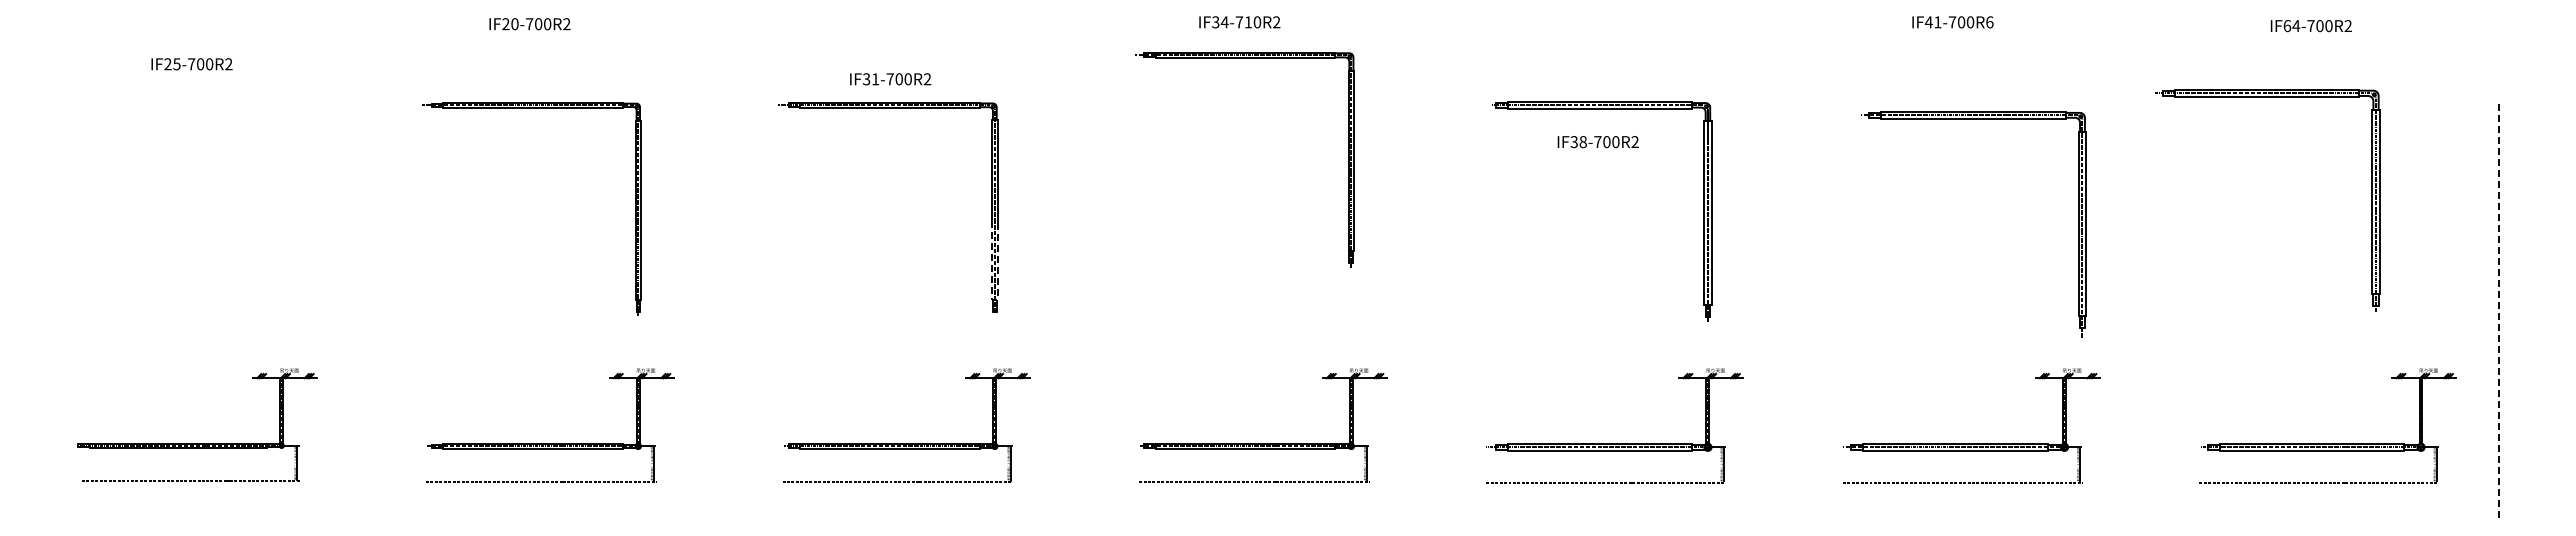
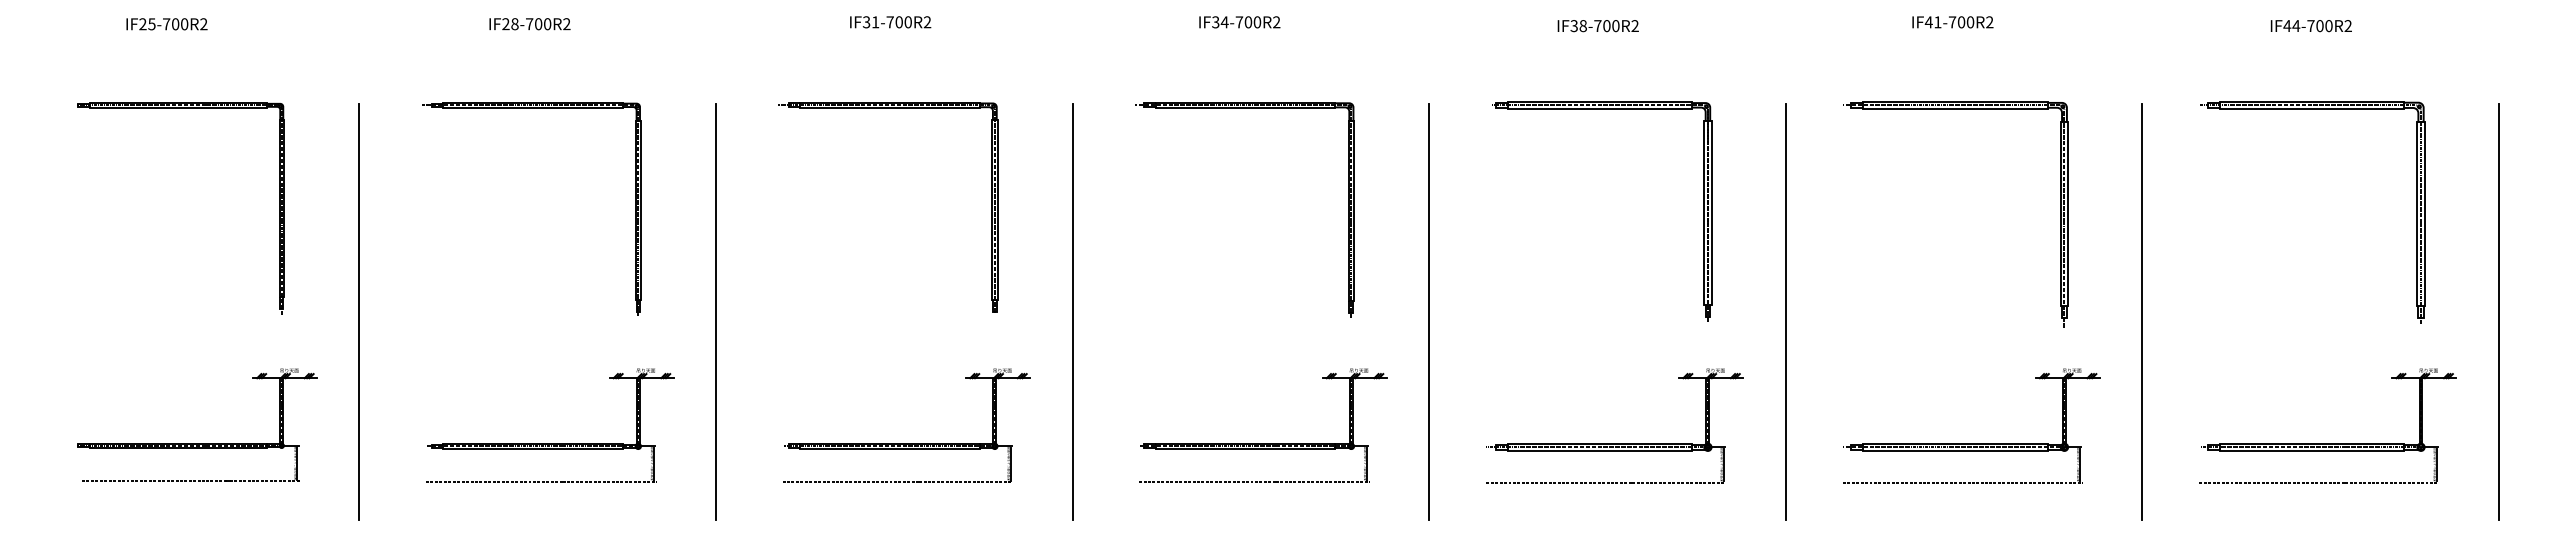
text at (1248, 22): IF34-710R2 -> IF34-700R2
text at (1989, 22): IF41-700R6 -> IF41-700R2
text at (514, 23): IF20-700R2 -> IF28-700R2
text at (2287, 26): IF64-700R2 -> IF44-700R2
part at (1244, 58) position: (1244, 58) -> (1244, 108)
text at (191, 64) position: (191, 64) -> (166, 24)
text at (890, 79) position: (890, 79) -> (890, 22)
part at (2267, 97) position: (2267, 97) -> (2312, 109)
part at (1973, 119) position: (1973, 119) -> (1955, 109)
text at (1597, 142) position: (1597, 142) -> (1597, 26)
part at (279, 208): none -> present
line at (994, 299): dashed -> solid
line at (359, 311): none -> present
line at (715, 311): none -> present
line at (1072, 311): none -> present
line at (1429, 311): none -> present
line at (1785, 311): none -> present
line at (2142, 311): none -> present
line at (2498, 311): dashed -> solid
